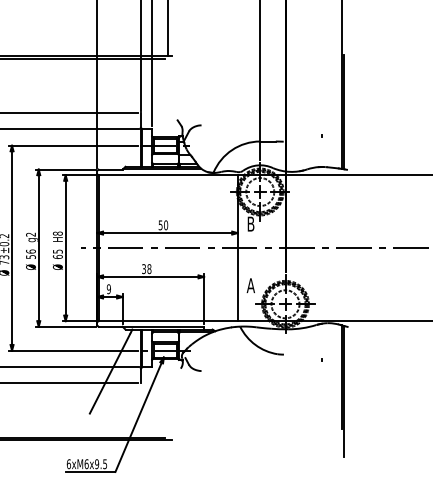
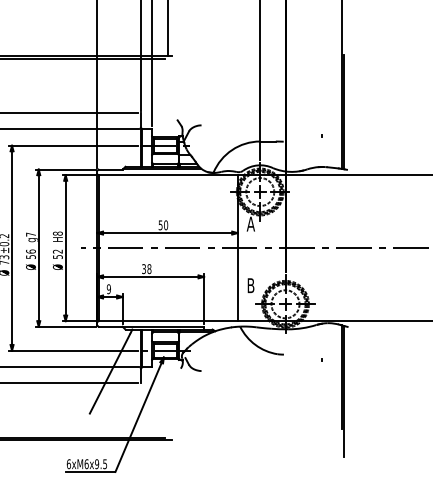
text at (250, 223): B -> A
text at (30, 234): g2 -> g7
text at (57, 253): 65 -> 52
text at (250, 285): A -> B
